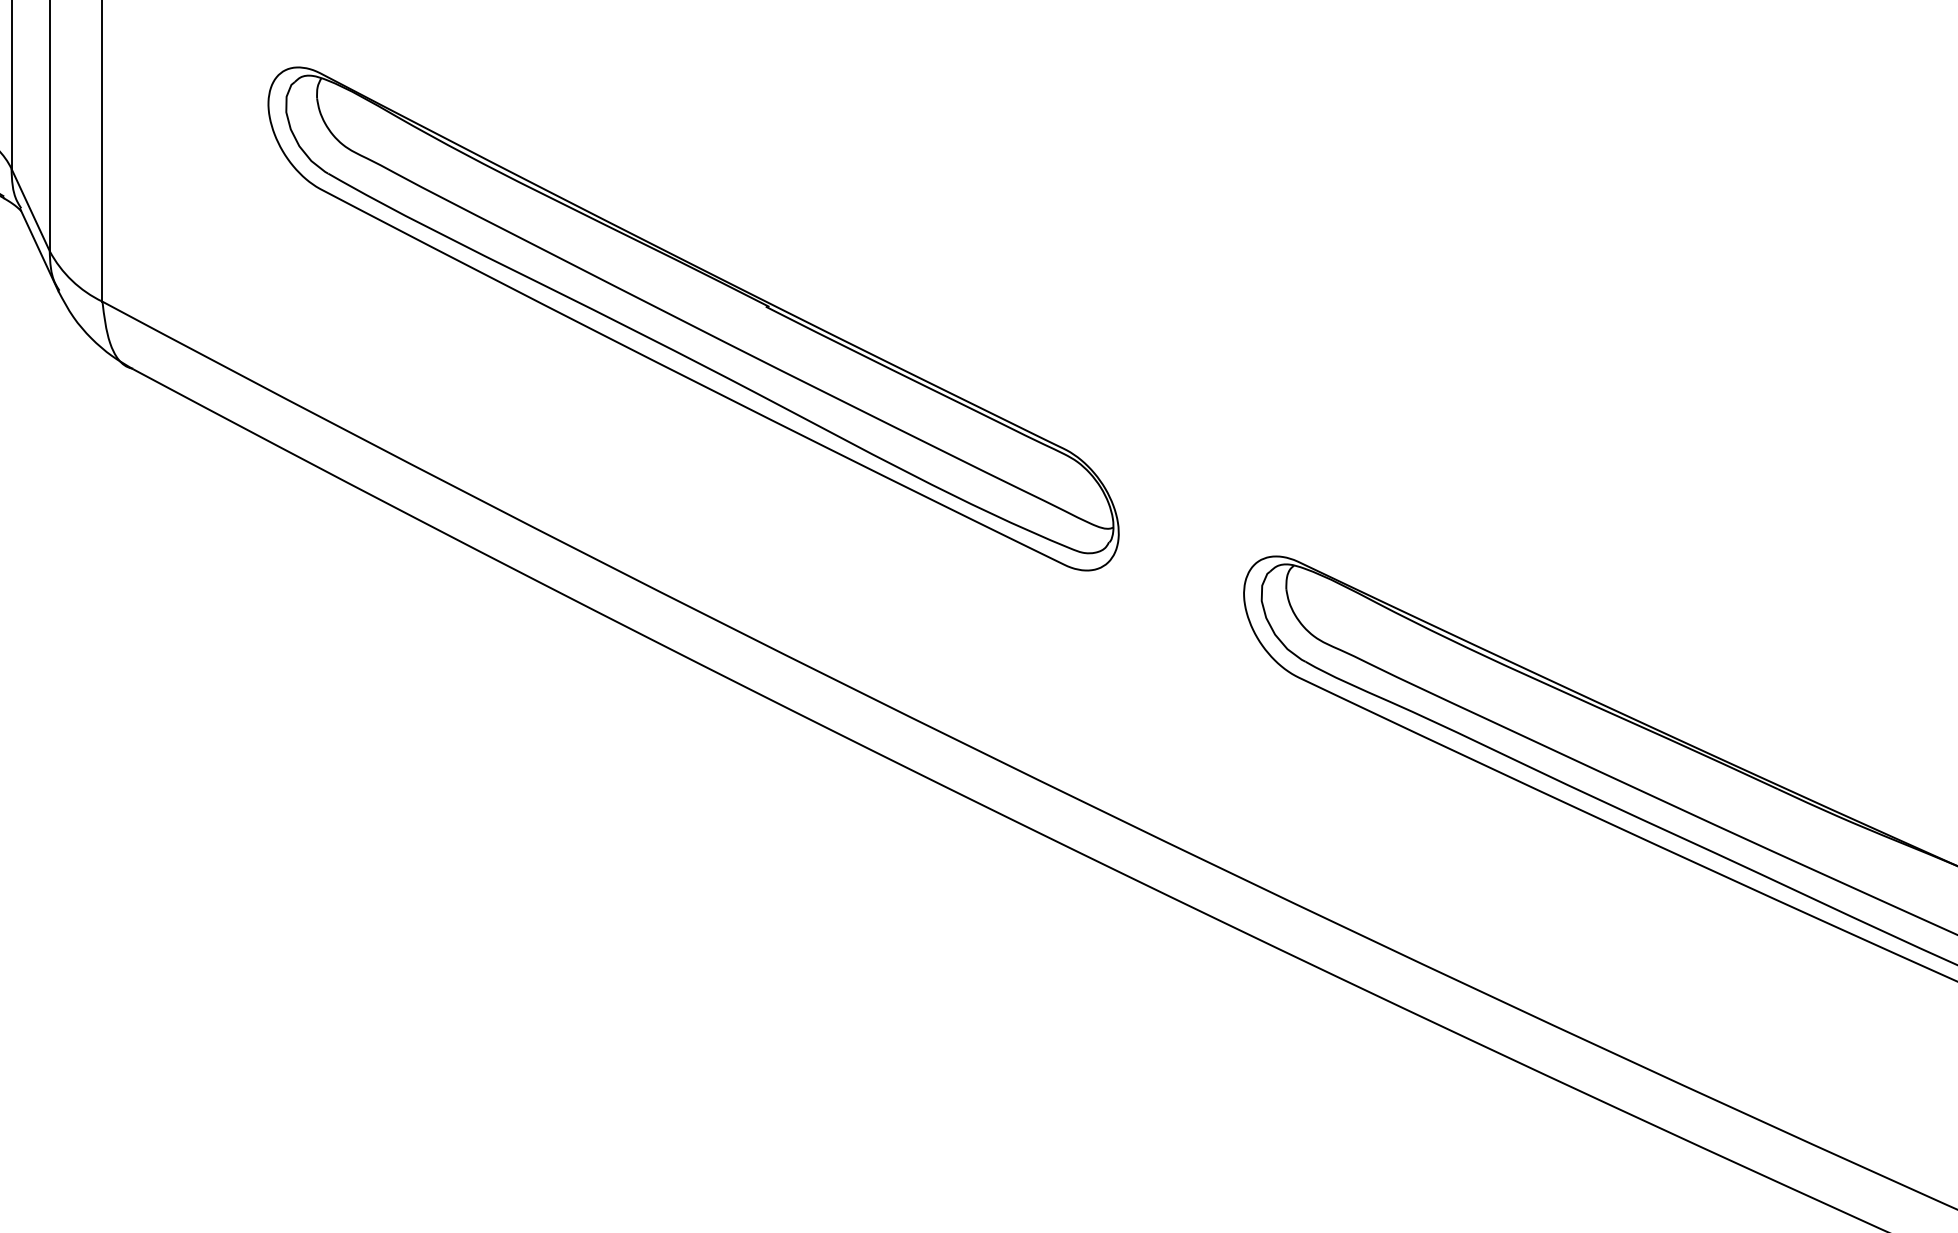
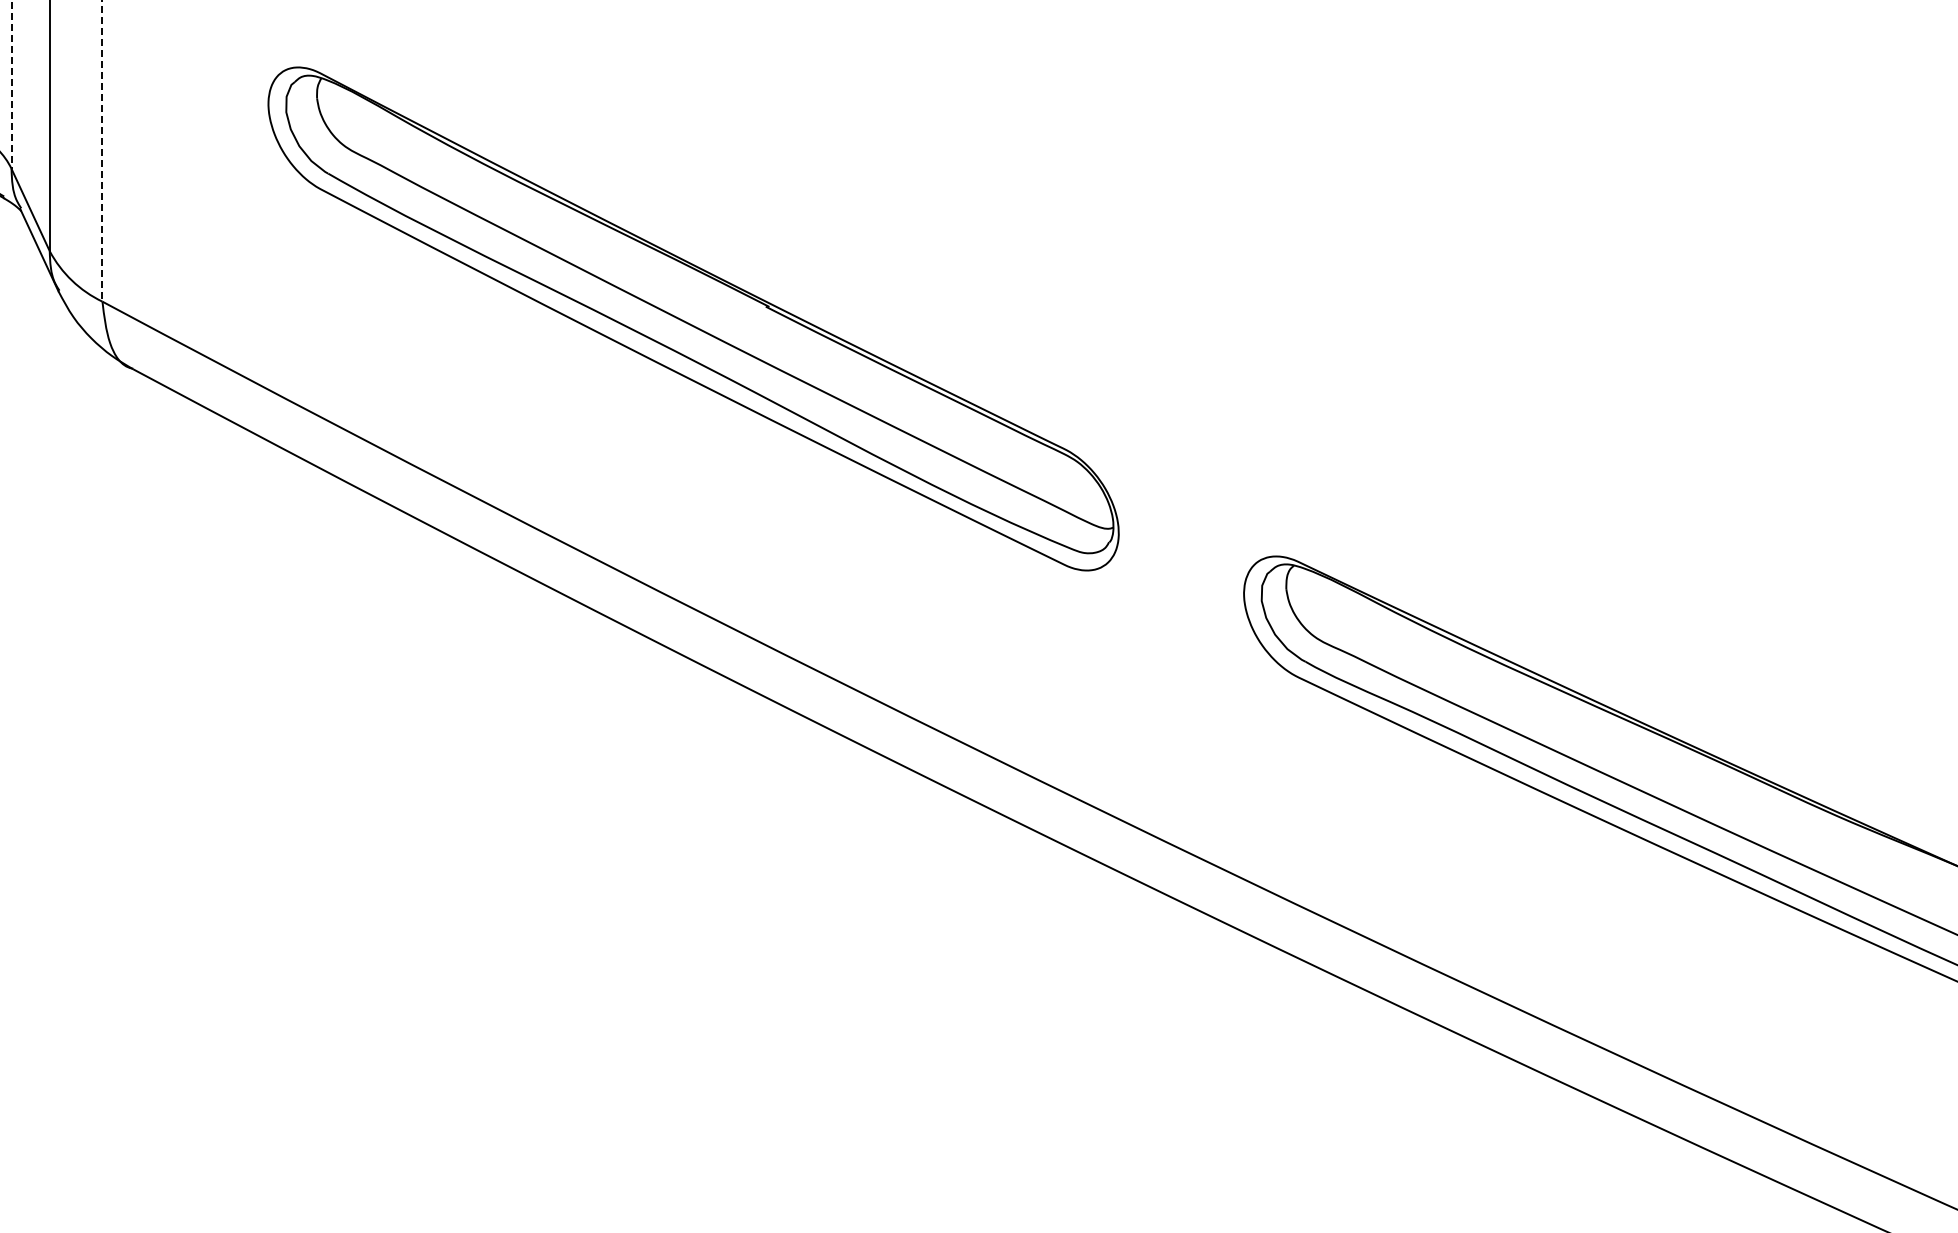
line at (11, 85): solid -> dashed
line at (102, 151): solid -> dashed
